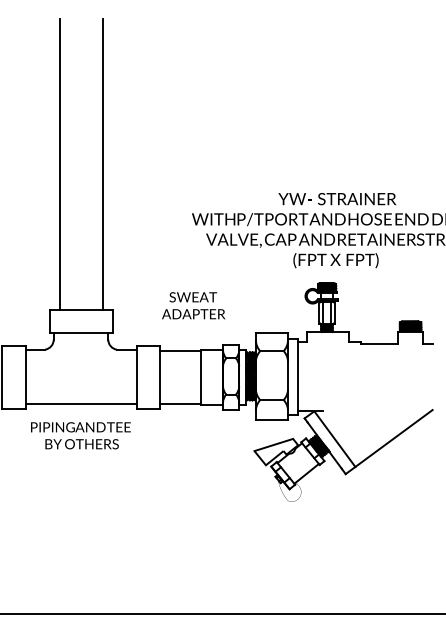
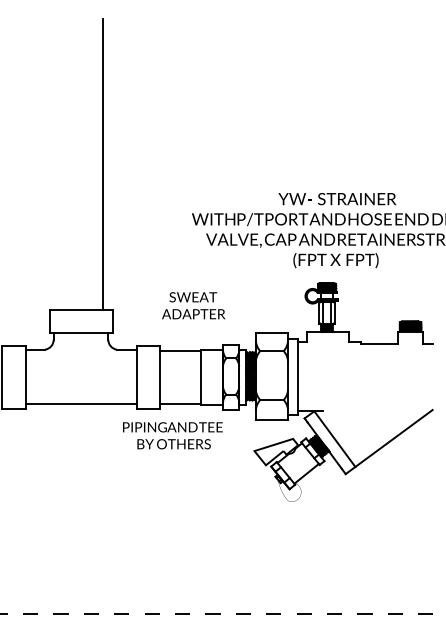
line at (60, 164): present -> none
text at (80, 435) position: (80, 435) -> (172, 435)
line at (223, 614): solid -> dashed
